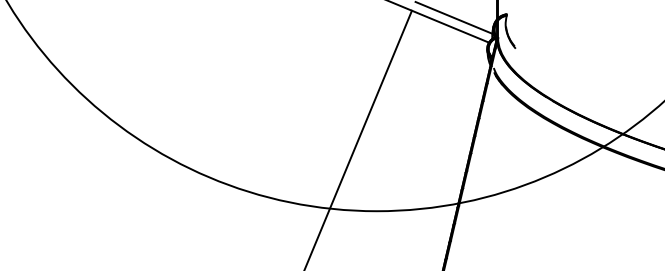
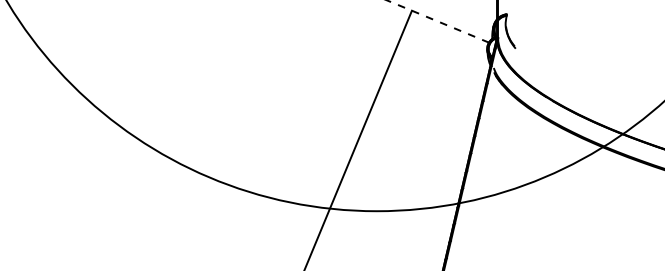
line at (454, 17): present -> none
line at (437, 21): solid -> dashed
